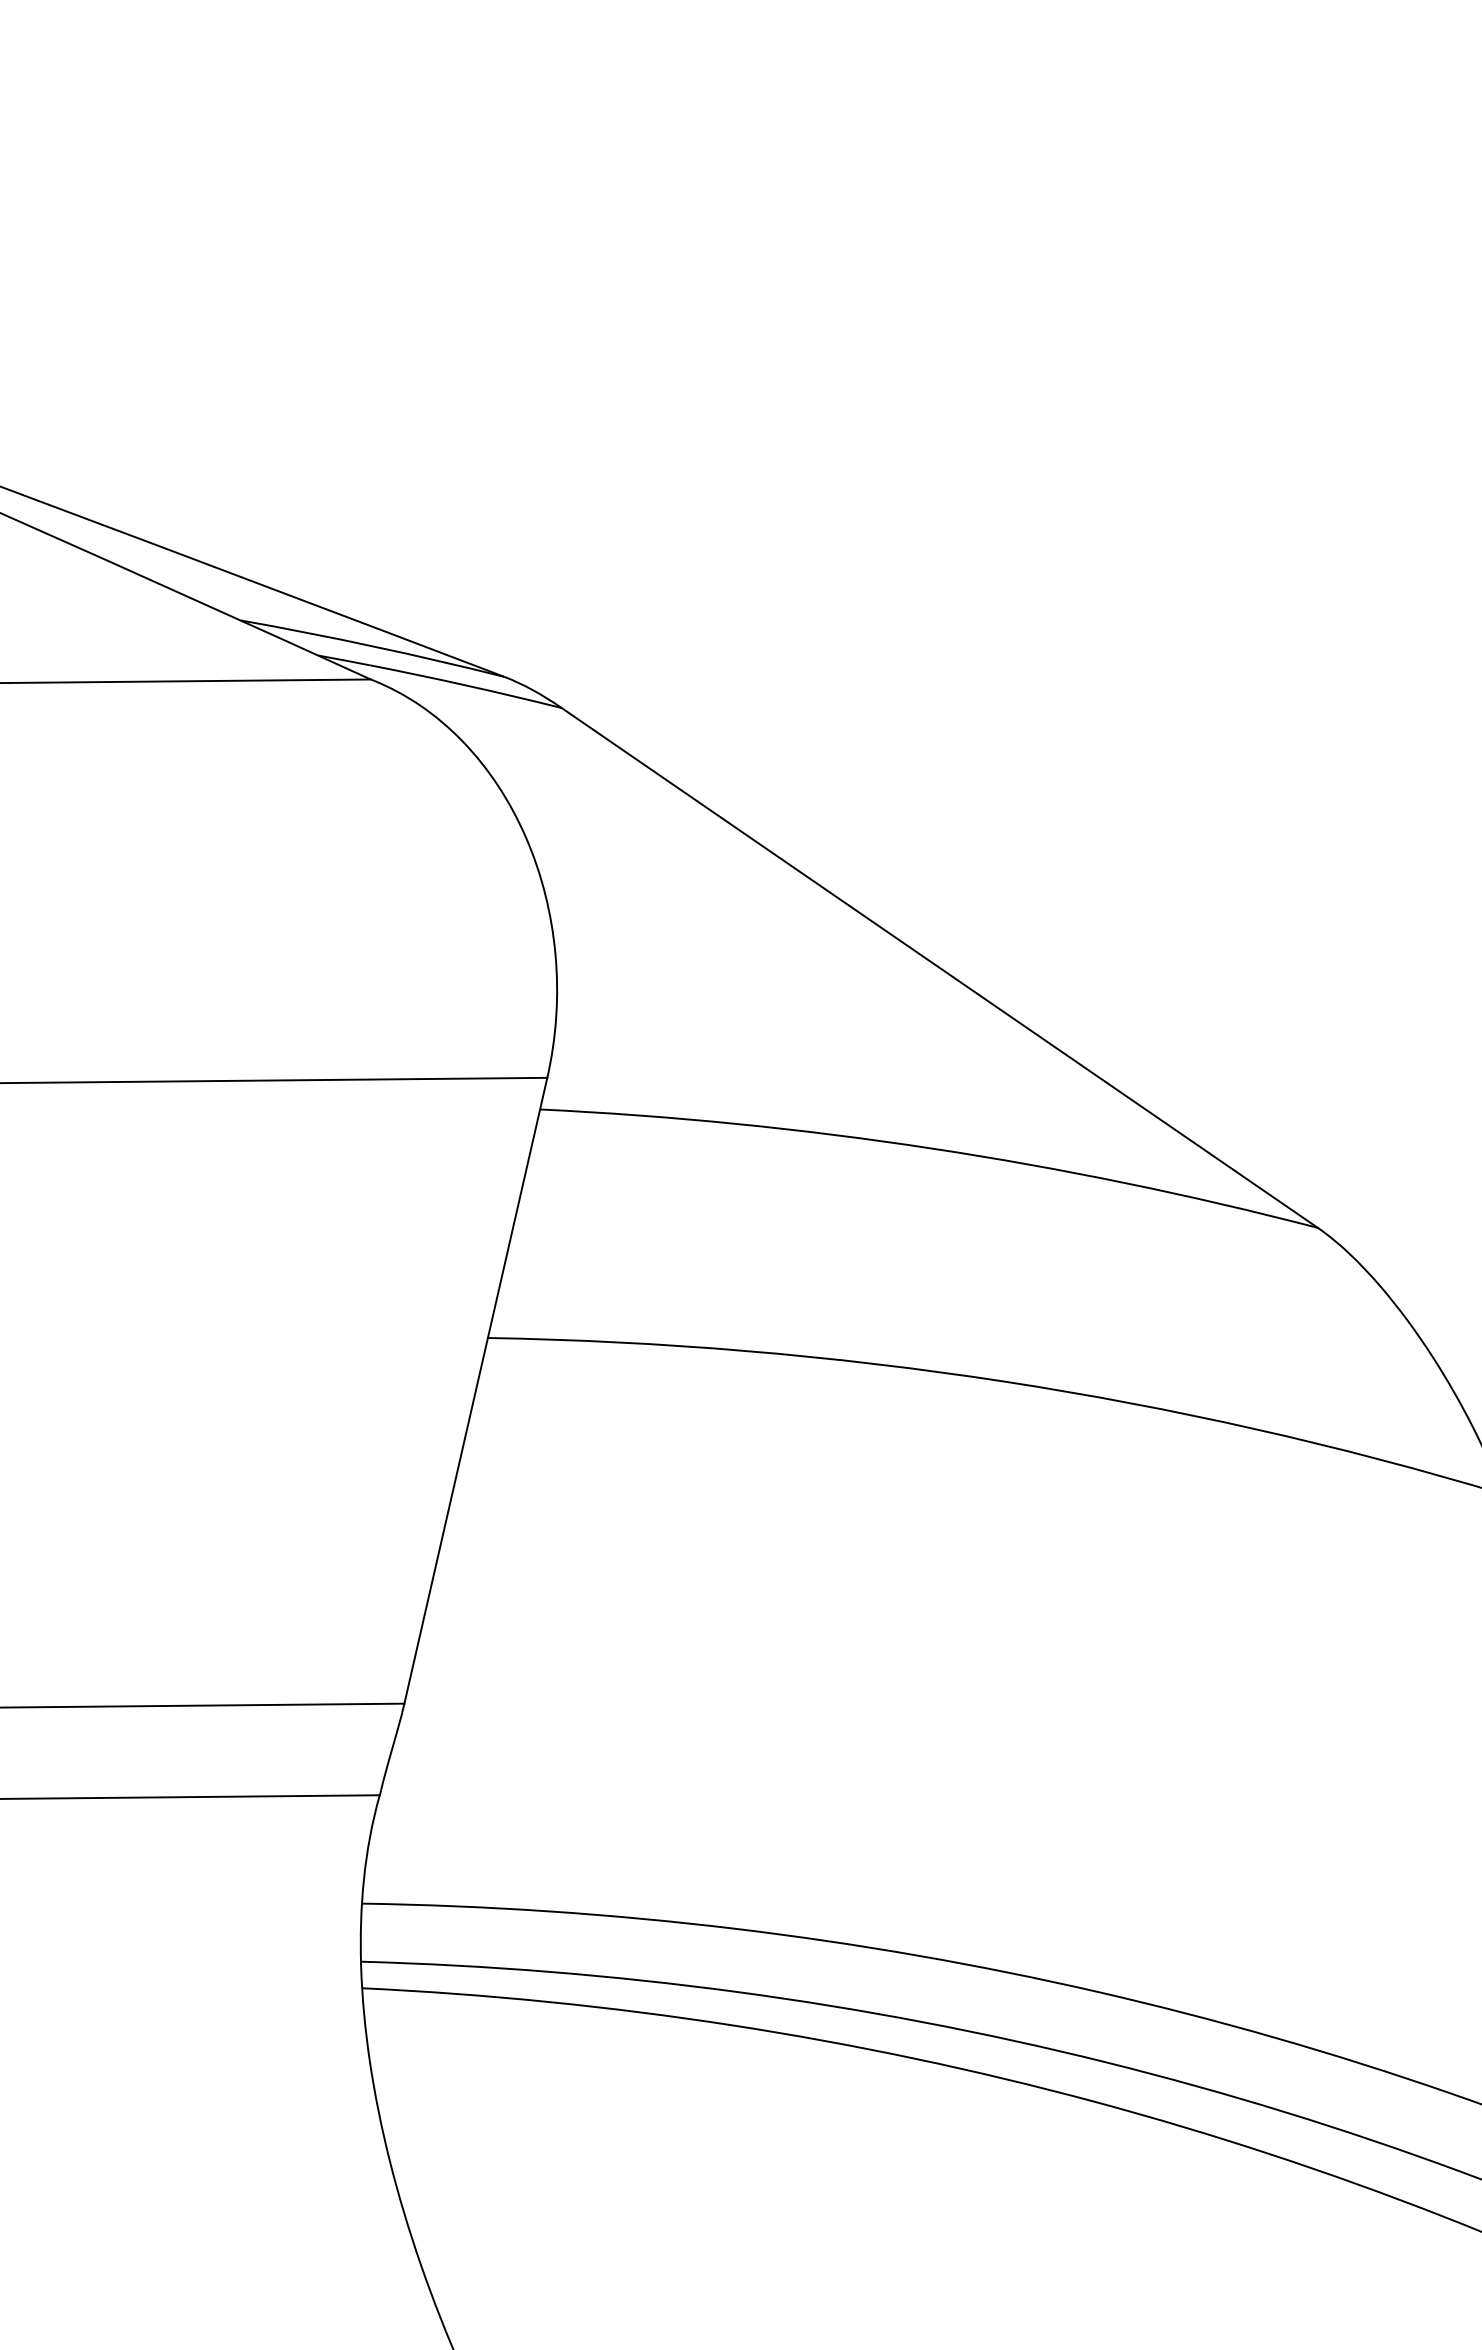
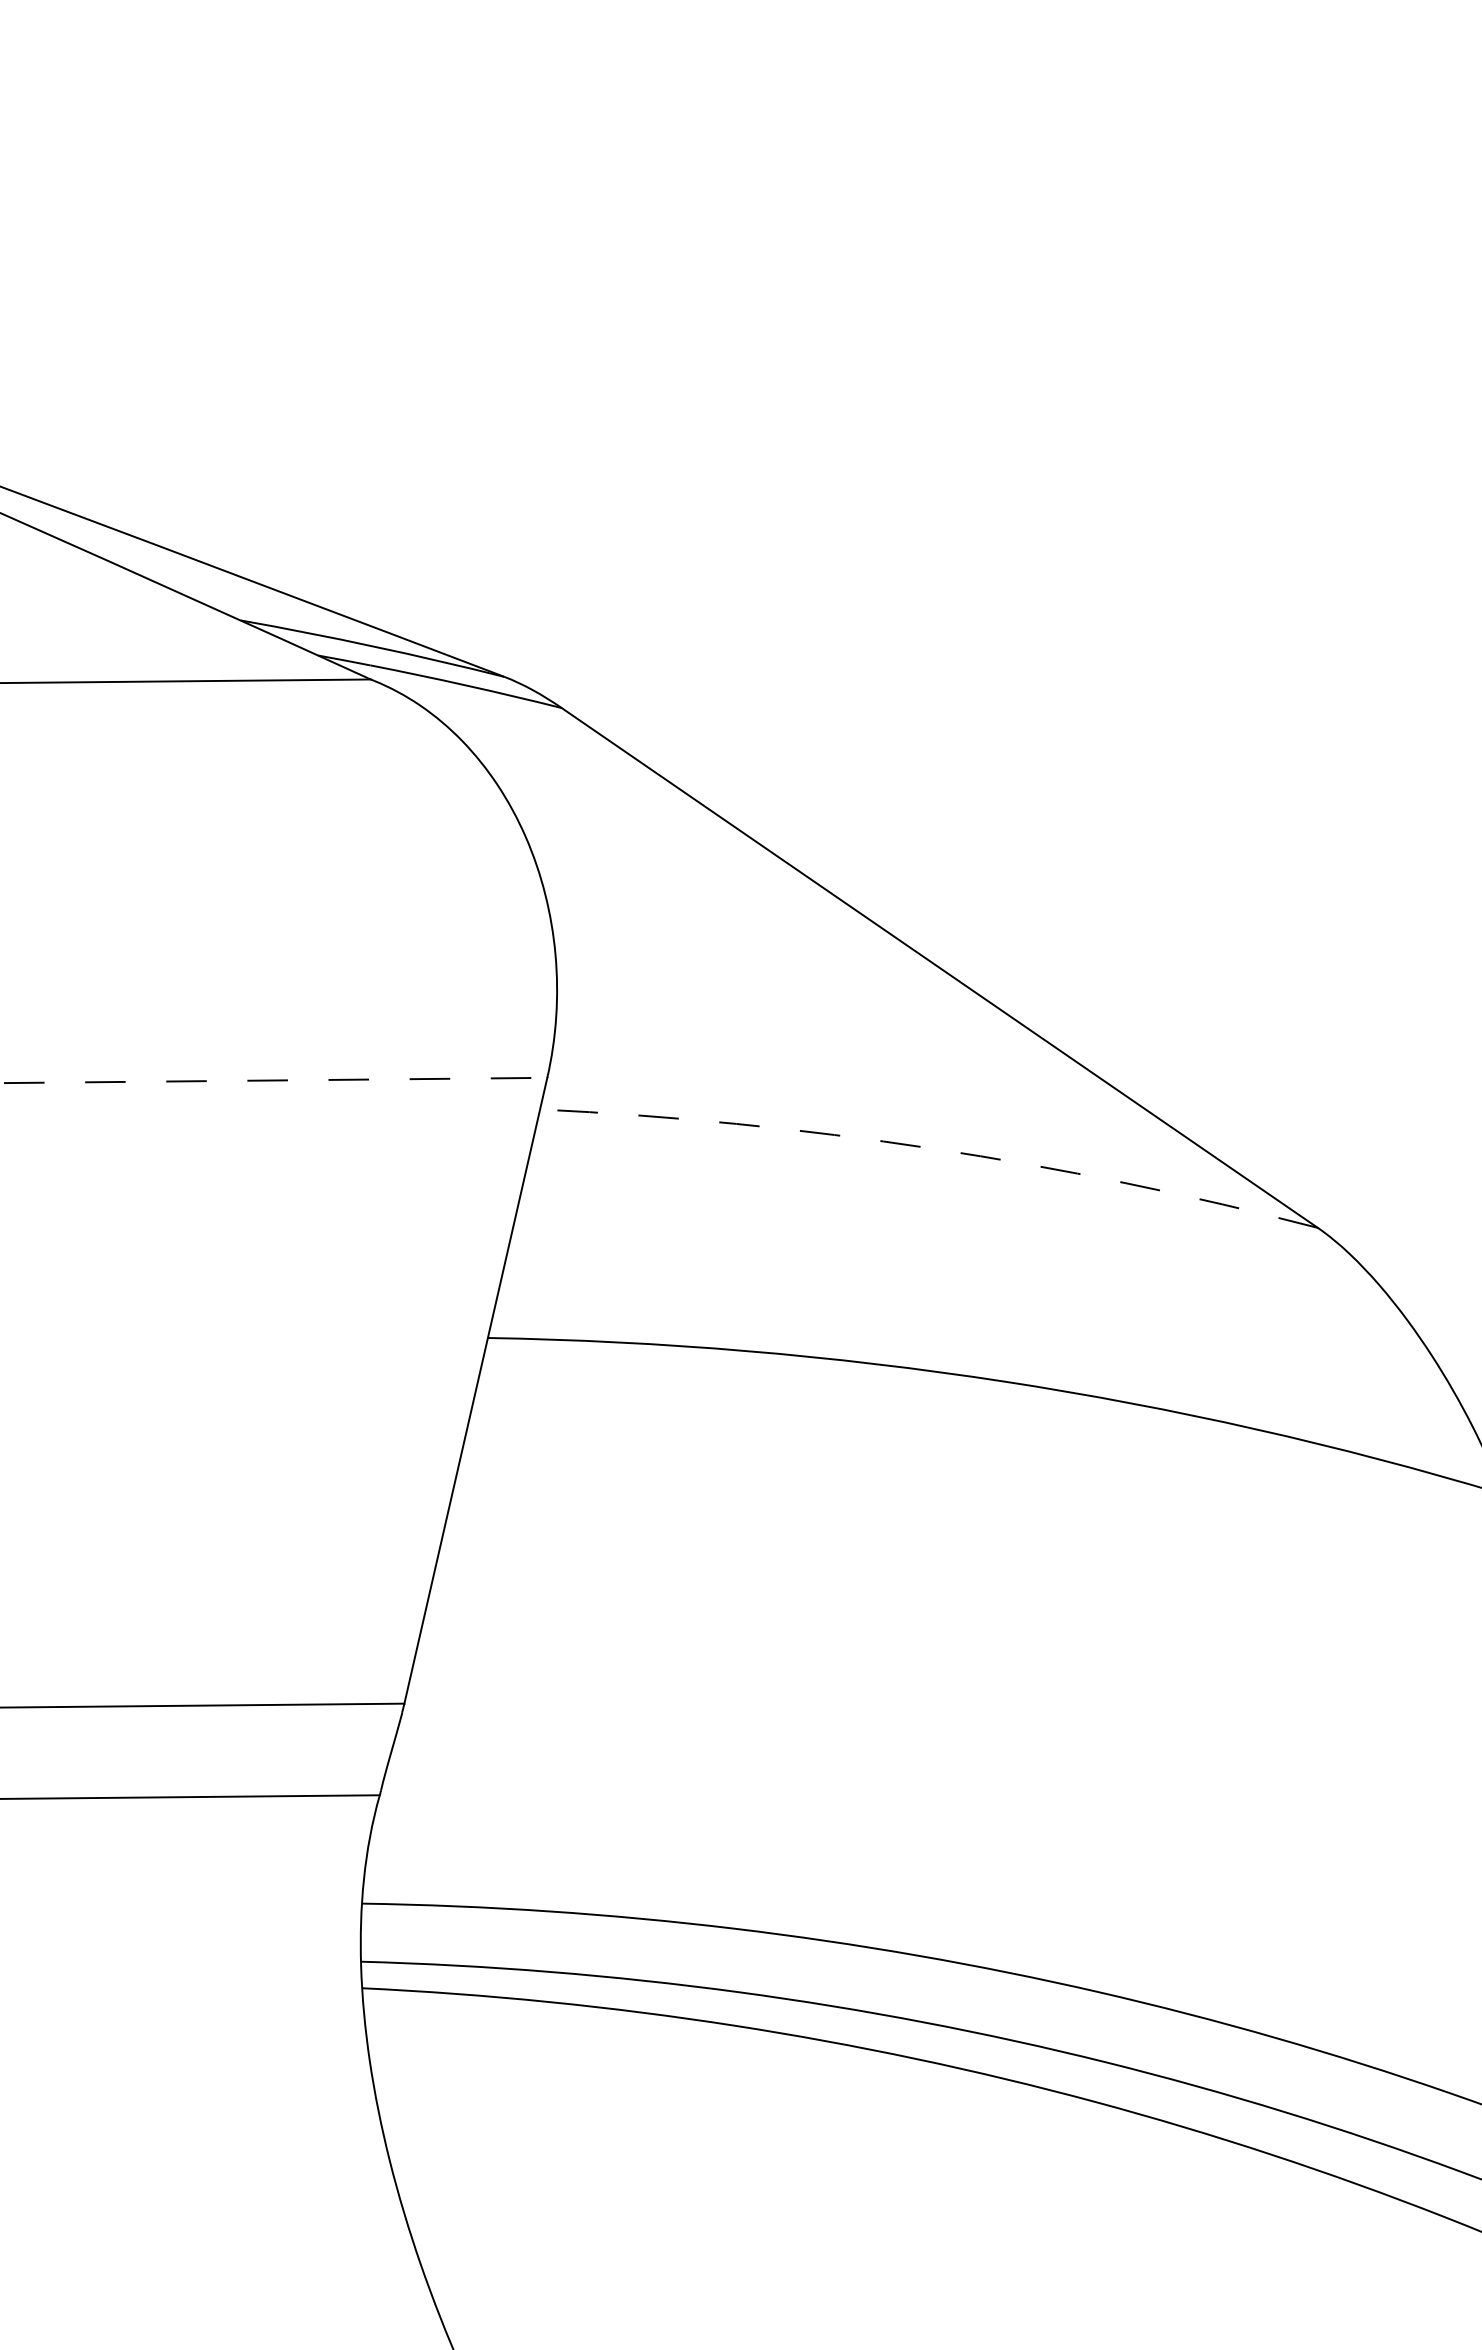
line at (274, 1080): solid -> dashed
arc at (932, 1148): solid -> dashed
